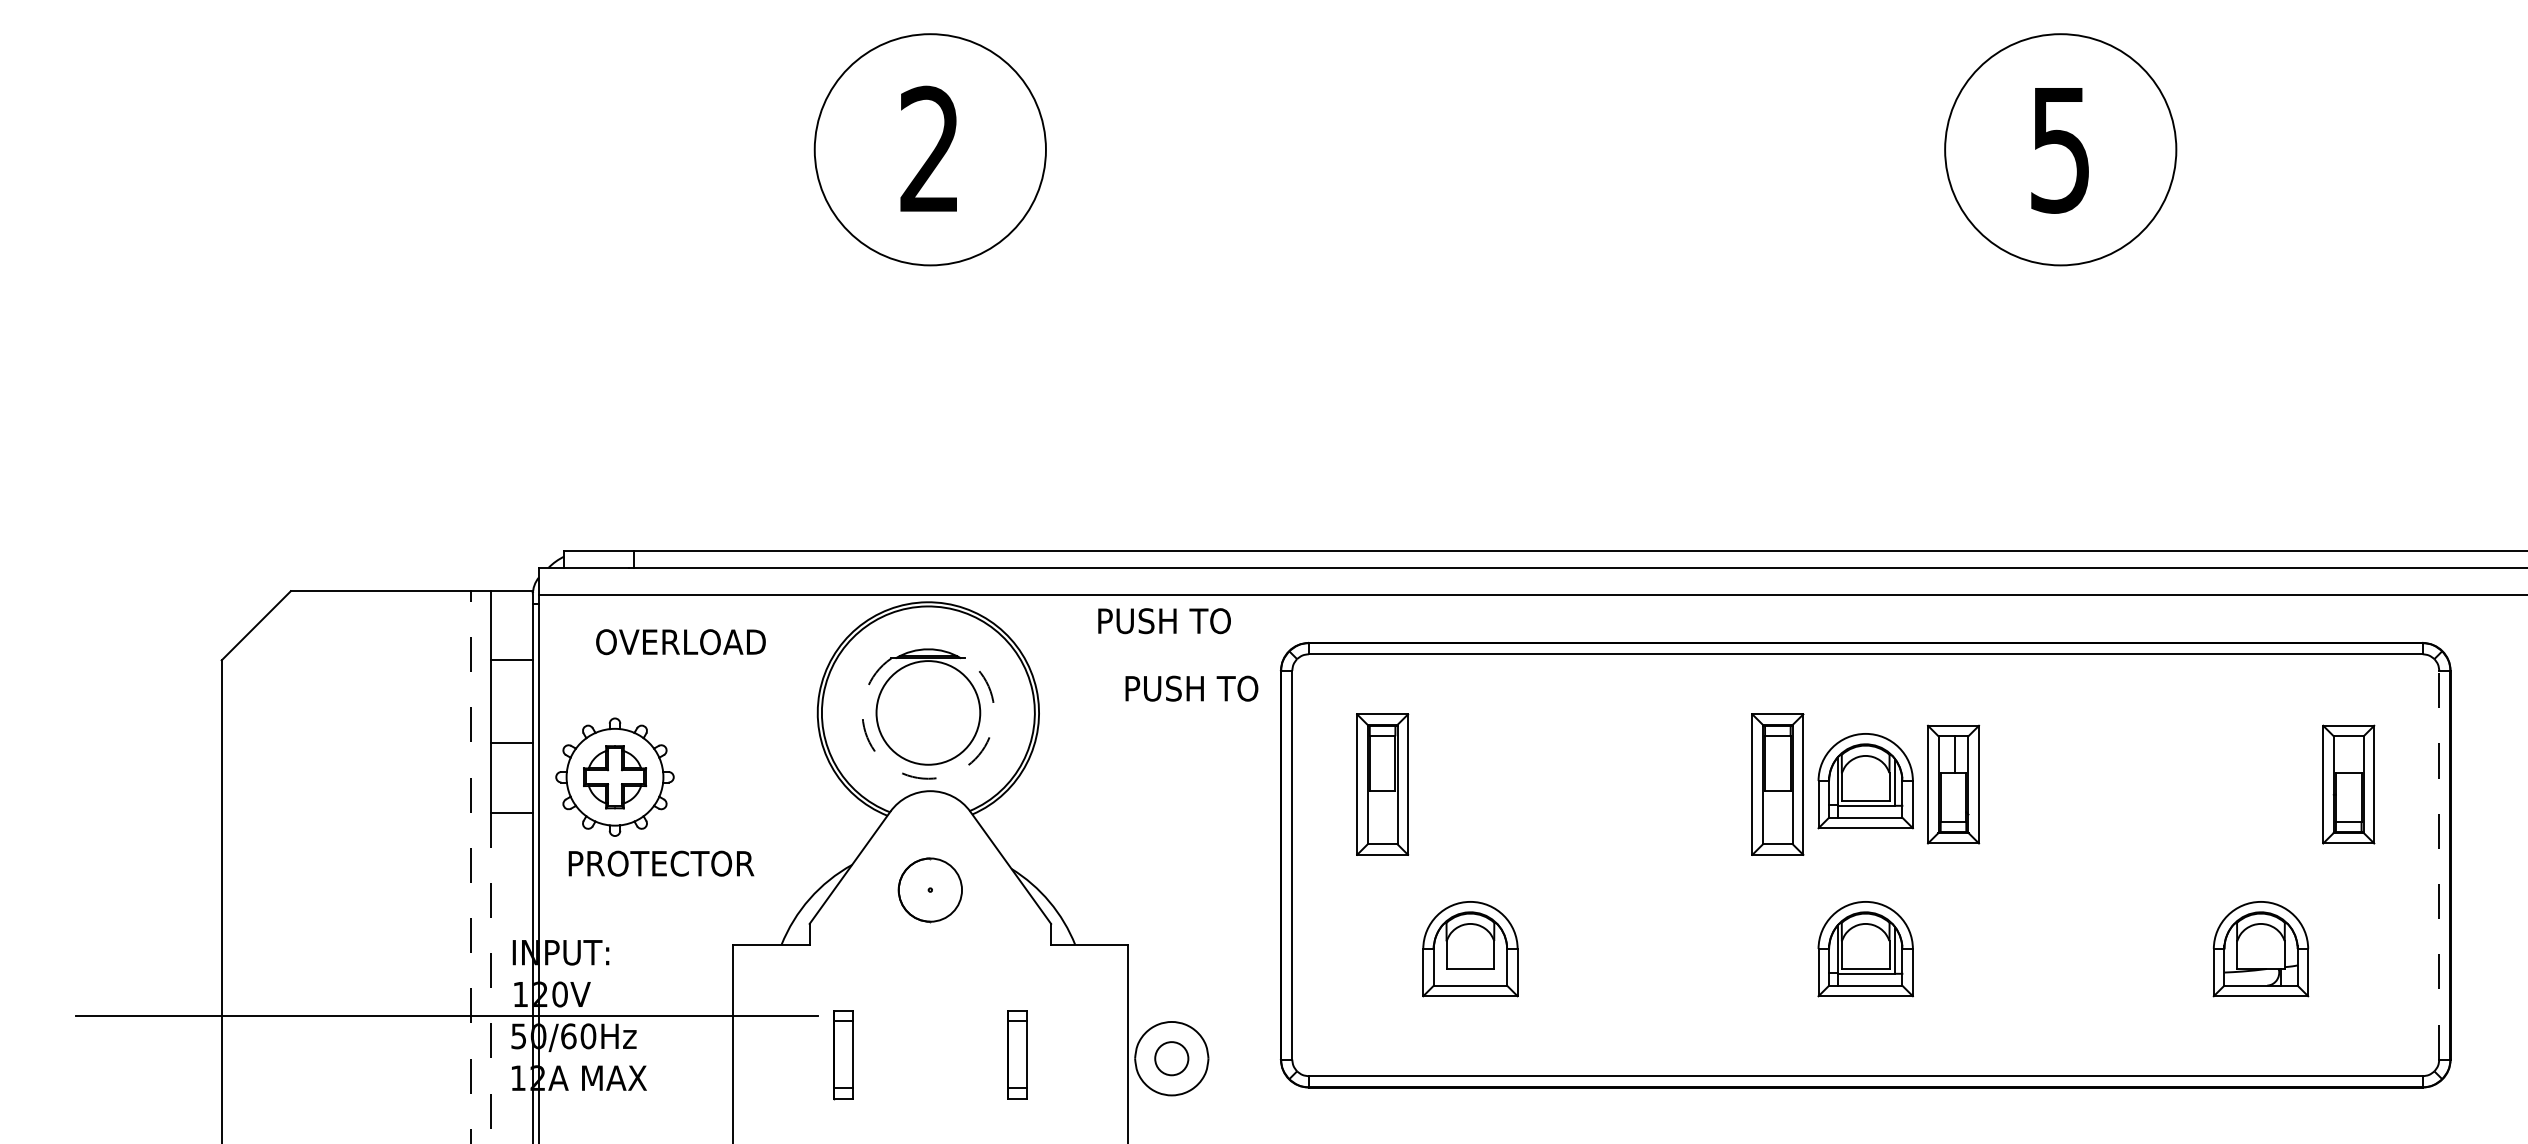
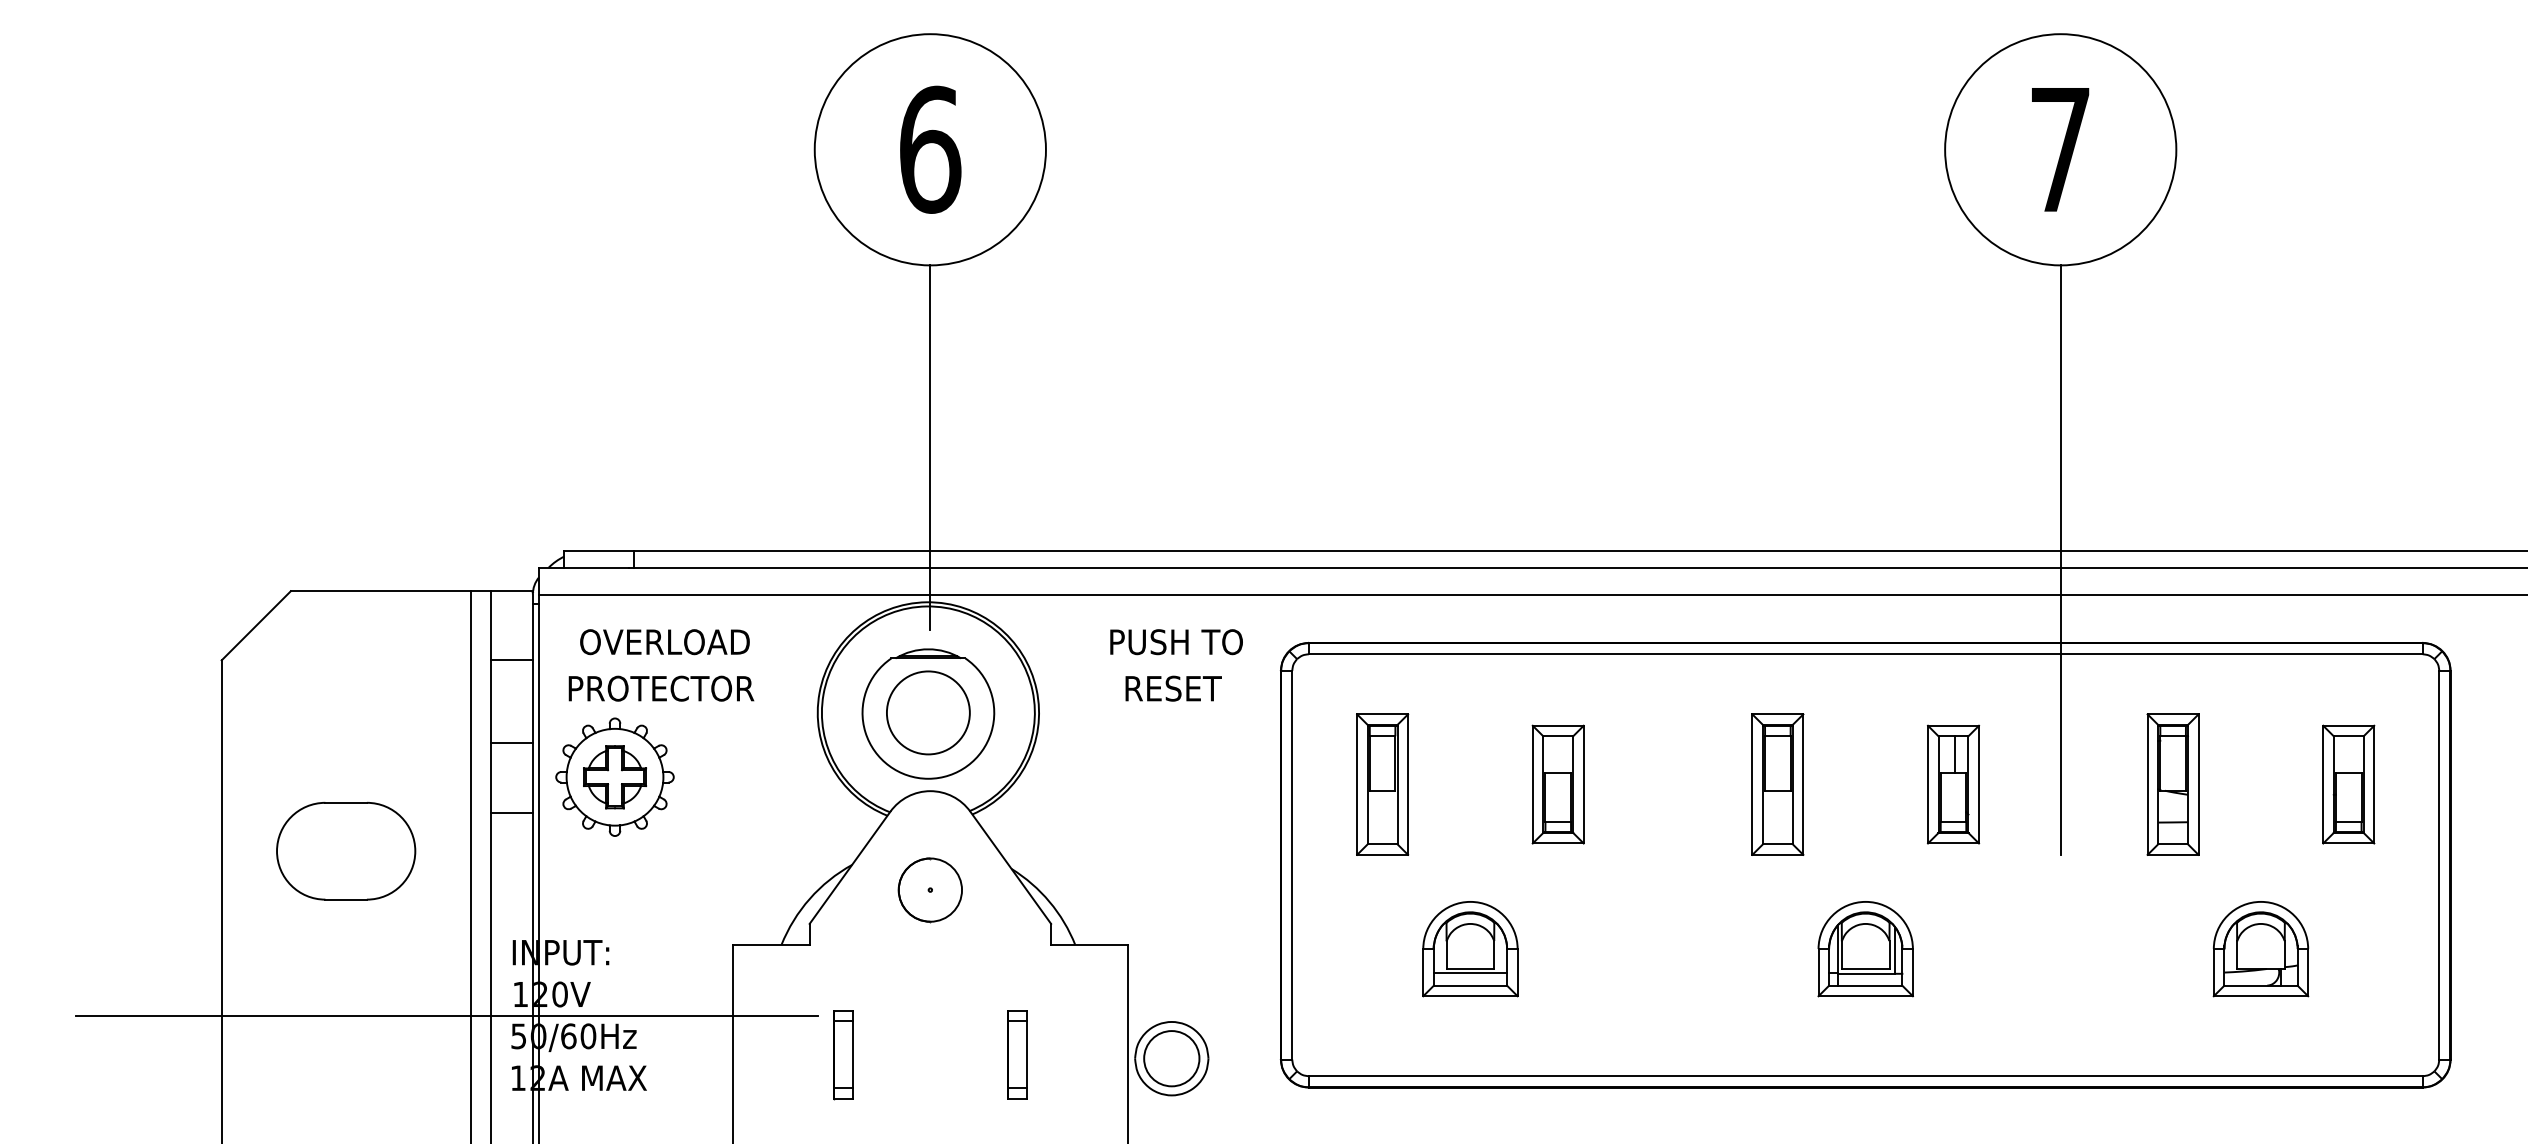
text at (930, 149): 2 -> 6
text at (2060, 150): 5 -> 7
line at (930, 447): none -> present
line at (2060, 559): none -> present
text at (1164, 621) position: (1164, 621) -> (1176, 642)
text at (680, 642) position: (680, 642) -> (664, 642)
text at (1193, 688): PUSH TO -> RESET
circle at (928, 712) diameter: 104 px -> 83 px
arc at (928, 778): dashed -> solid
part at (1865, 781): present -> none
part at (1557, 784): none -> present
part at (2172, 784): none -> present
part at (346, 850): none -> present
text at (661, 863) position: (661, 863) -> (661, 688)
line at (2439, 864): dashed -> solid
line at (470, 867): dashed -> solid
line at (1470, 972): none -> present
line at (491, 978): dashed -> solid
circle at (1171, 1058) diameter: 33 px -> 55 px
